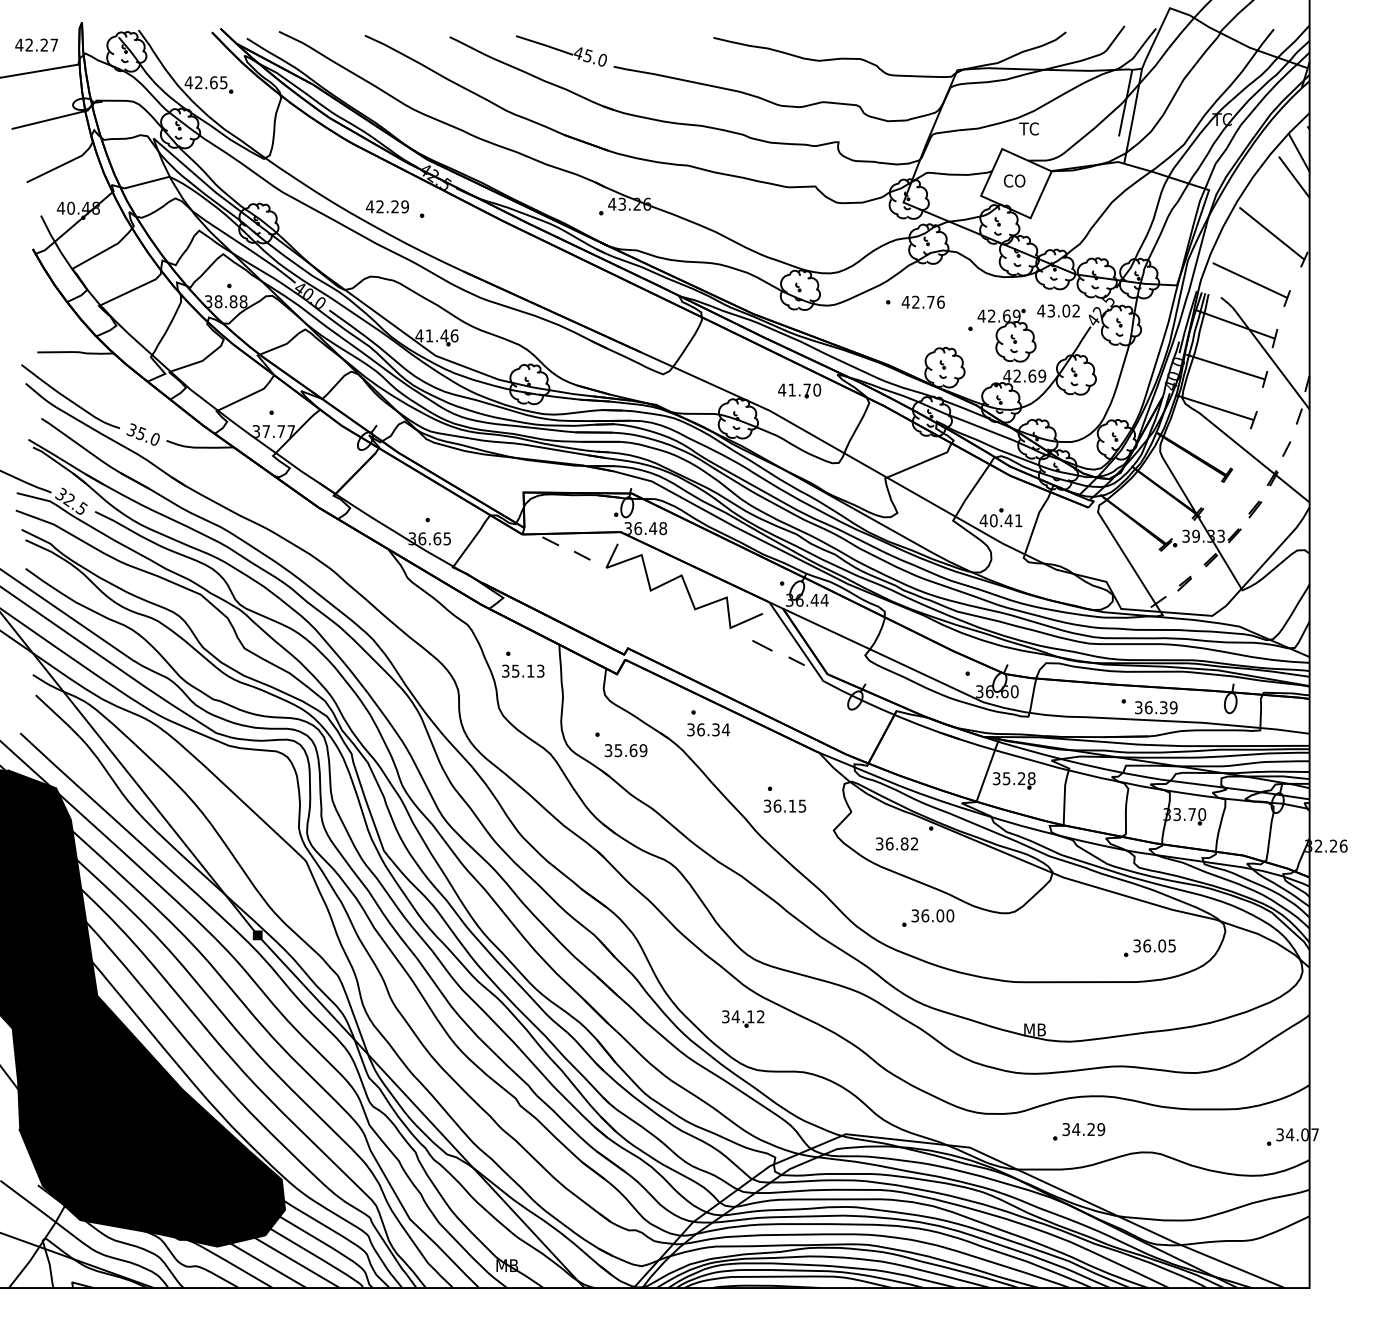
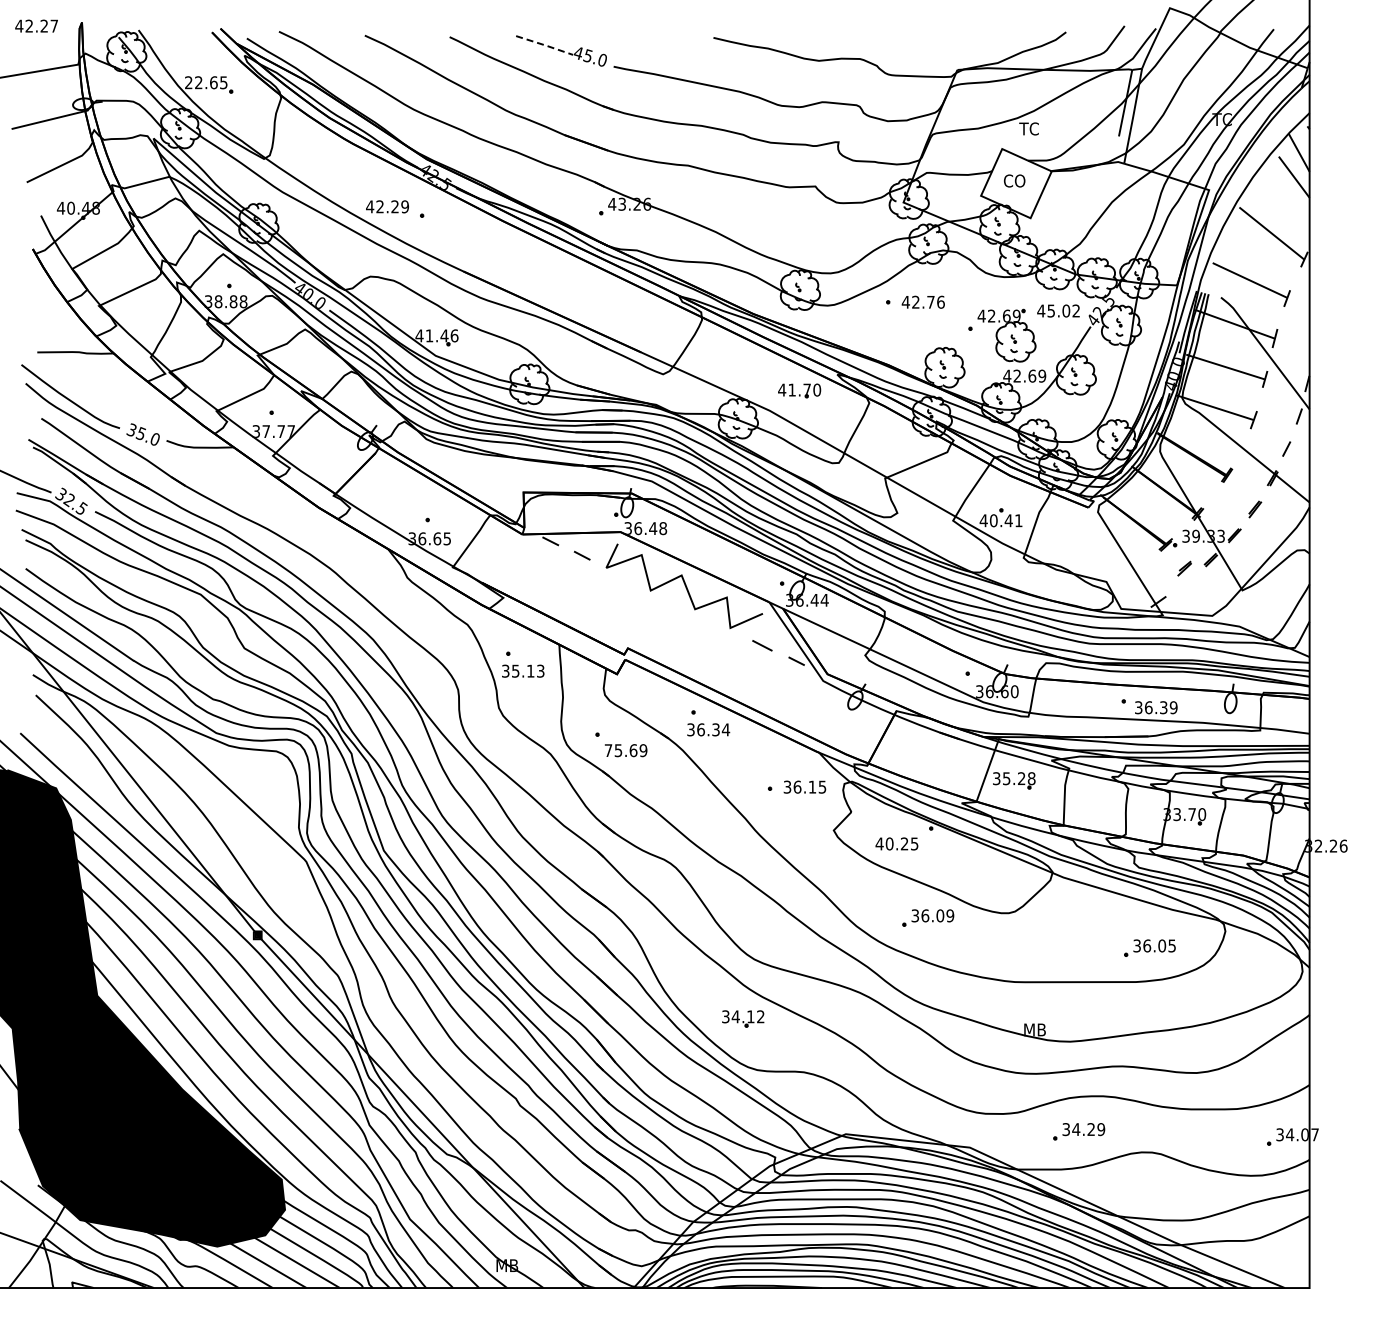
text at (36, 44) position: (36, 44) -> (36, 25)
line at (545, 45): solid -> dashed
text at (188, 82): 42.65 -> 22.65
text at (1050, 310): 43.02 -> 45.02
part at (1184, 583) position: (1184, 583) -> (1184, 568)
text at (608, 750): 35.69 -> 75.69
text at (784, 805) position: (784, 805) -> (804, 786)
text at (896, 843): 36.82 -> 40.25
text at (950, 915): 36.00 -> 36.09
